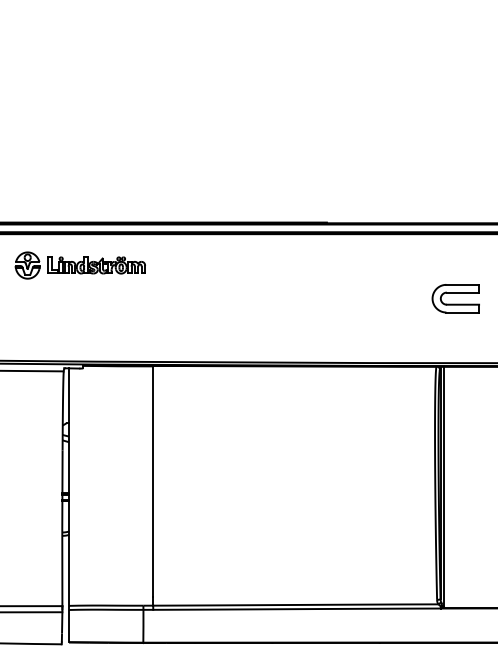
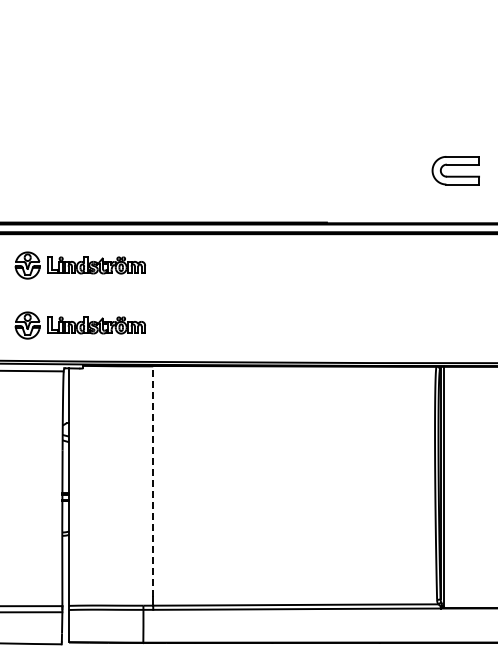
part at (455, 298) position: (455, 298) -> (455, 170)
part at (79, 325): none -> present
line at (153, 481): solid -> dashed
